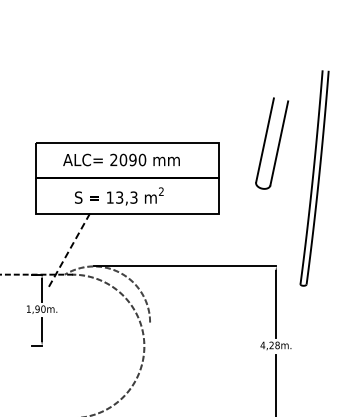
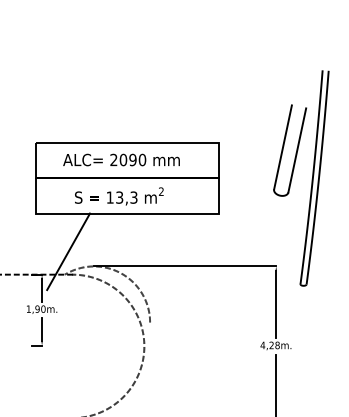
part at (272, 143) position: (272, 143) -> (290, 150)
line at (68, 251): dashed -> solid
